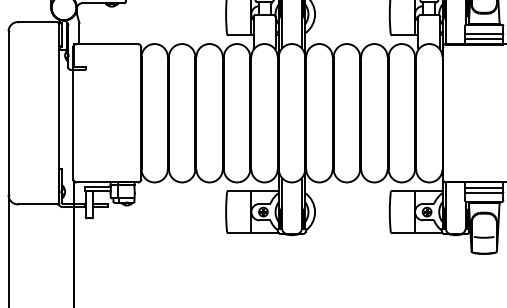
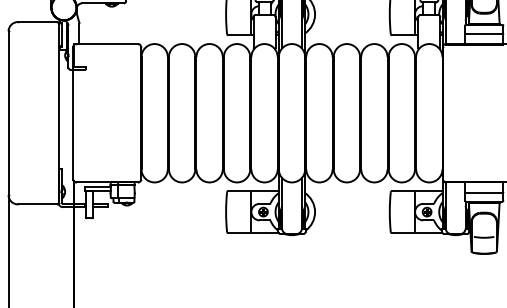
line at (484, 38): present -> none
line at (484, 187): present -> none
